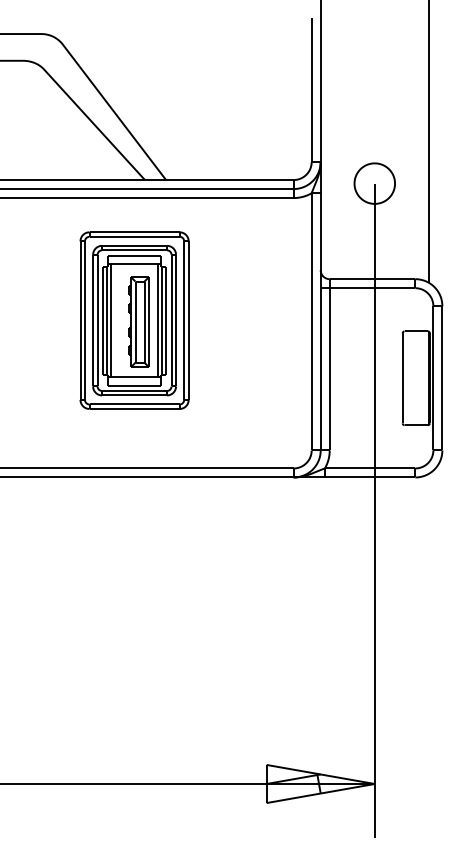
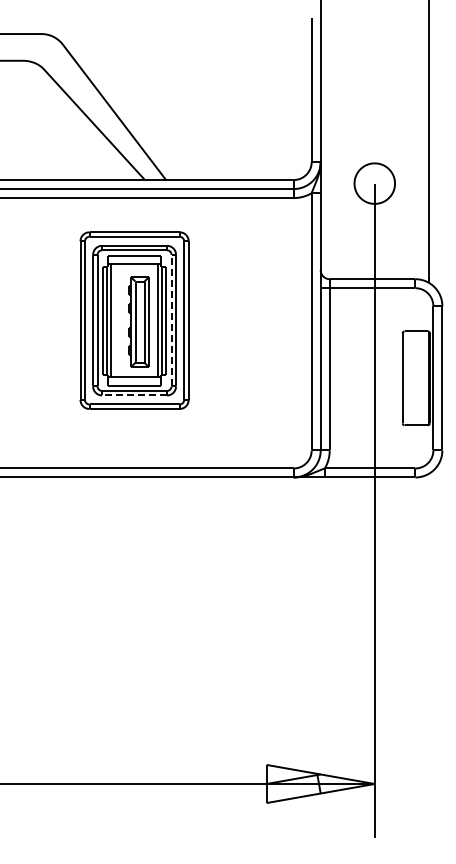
line at (171, 320): solid -> dashed
line at (134, 395): solid -> dashed
